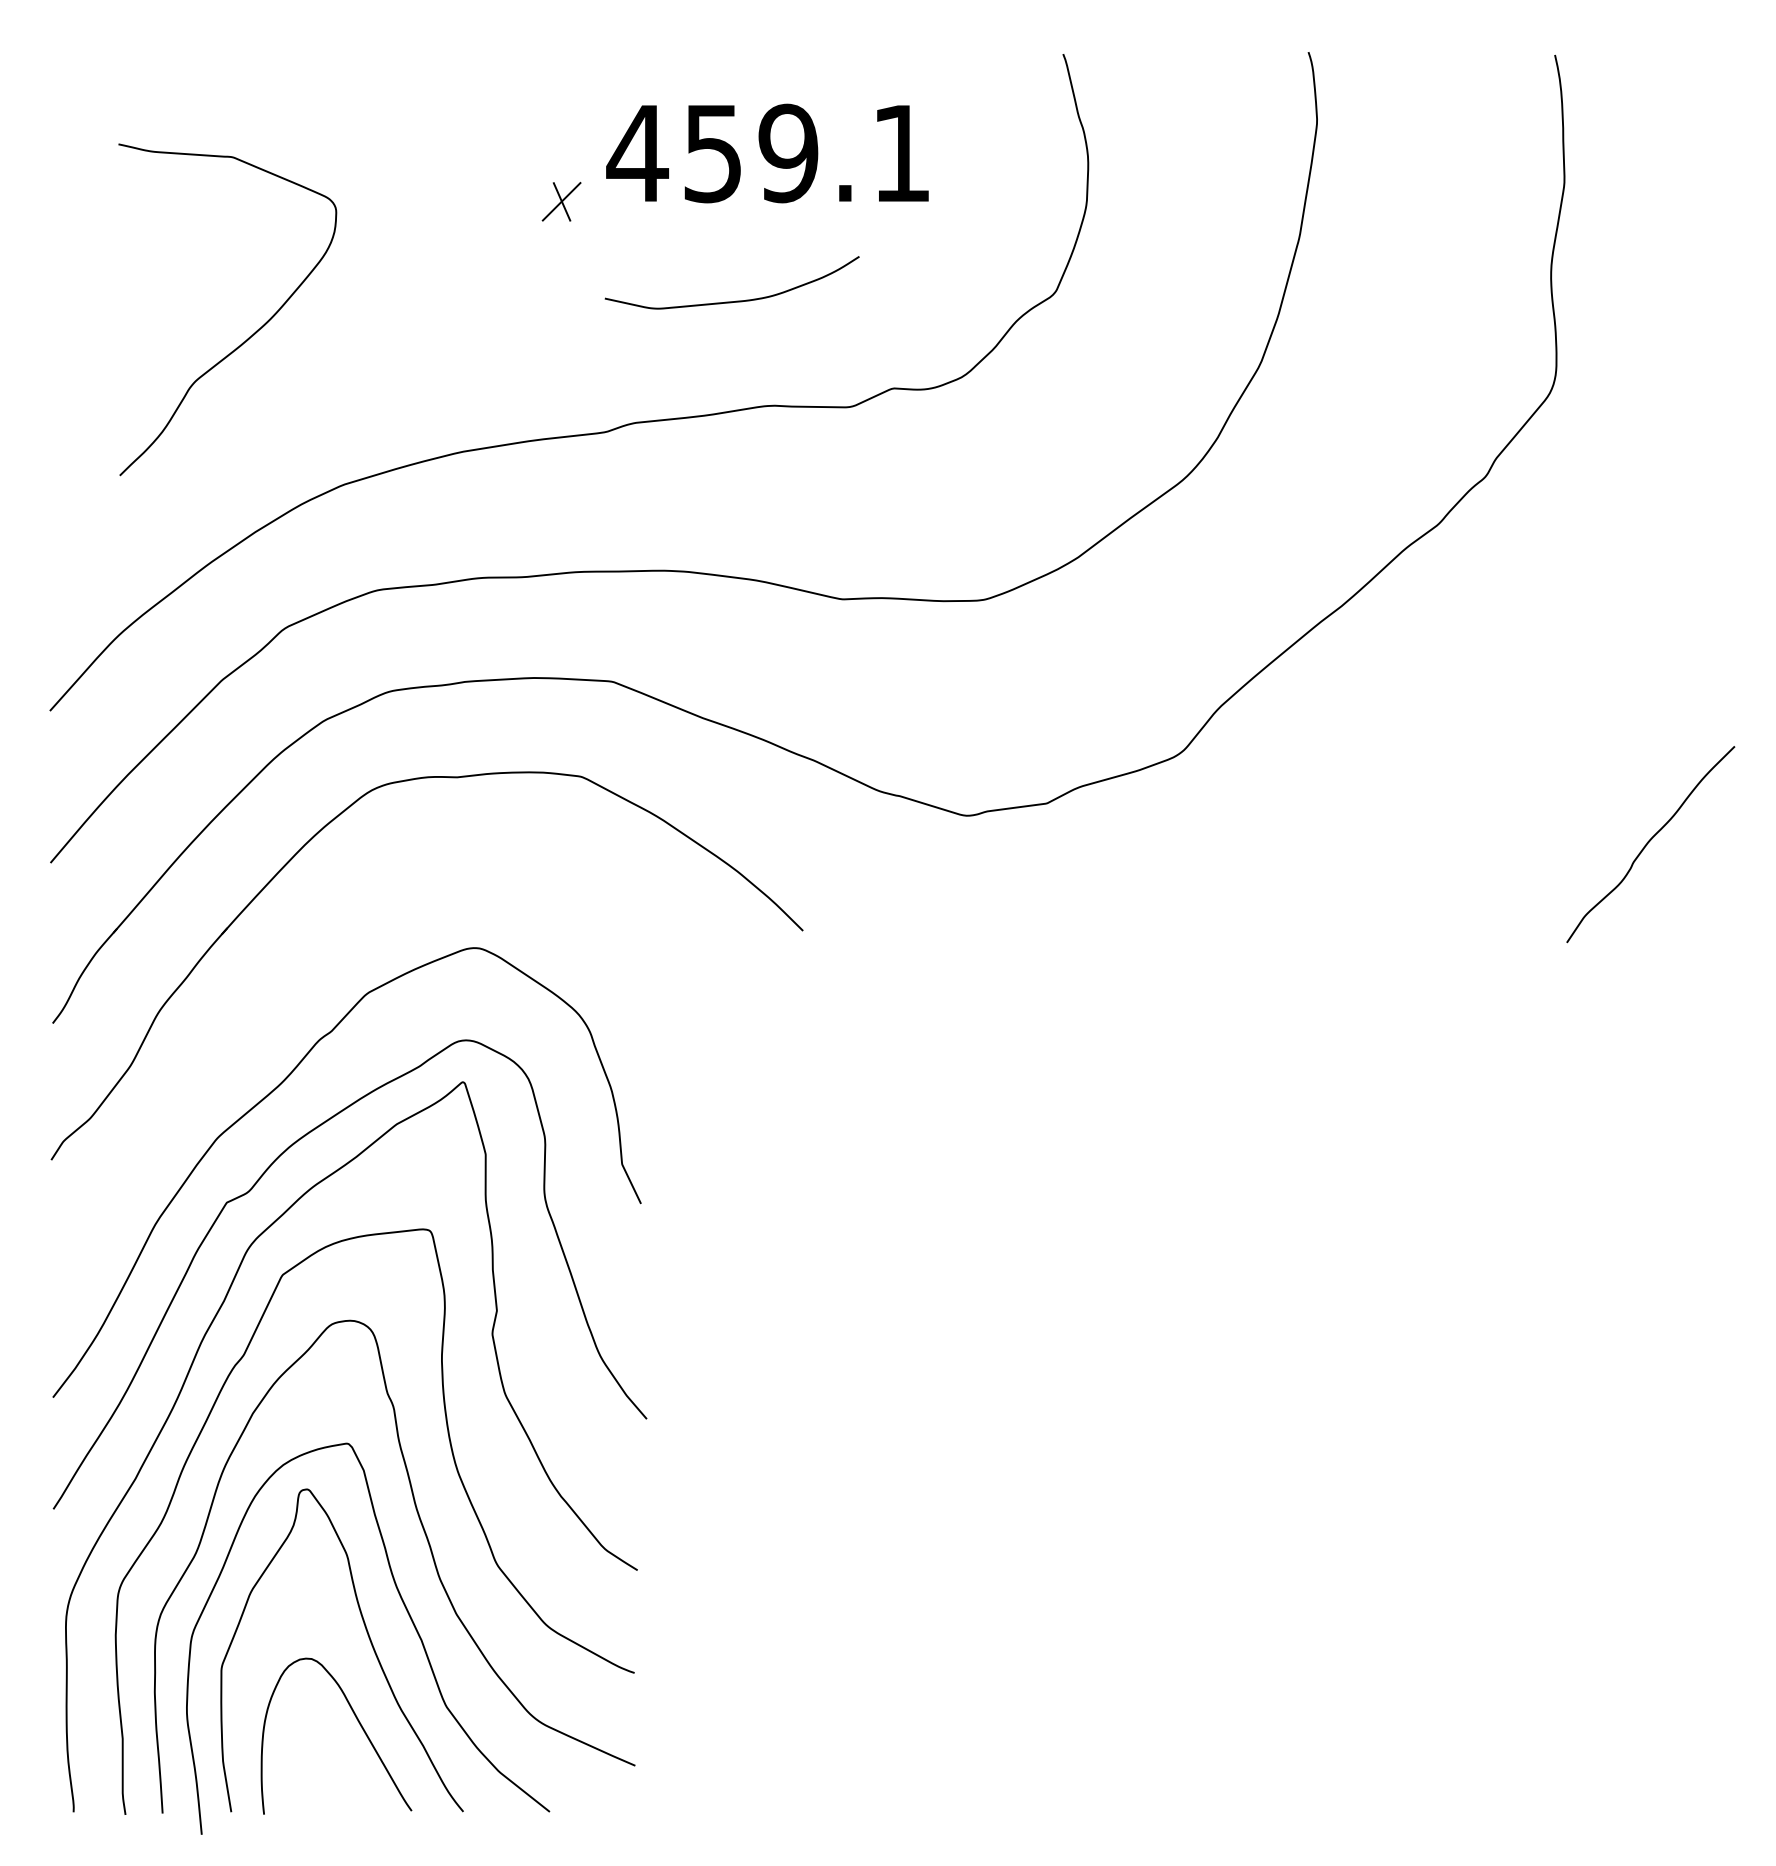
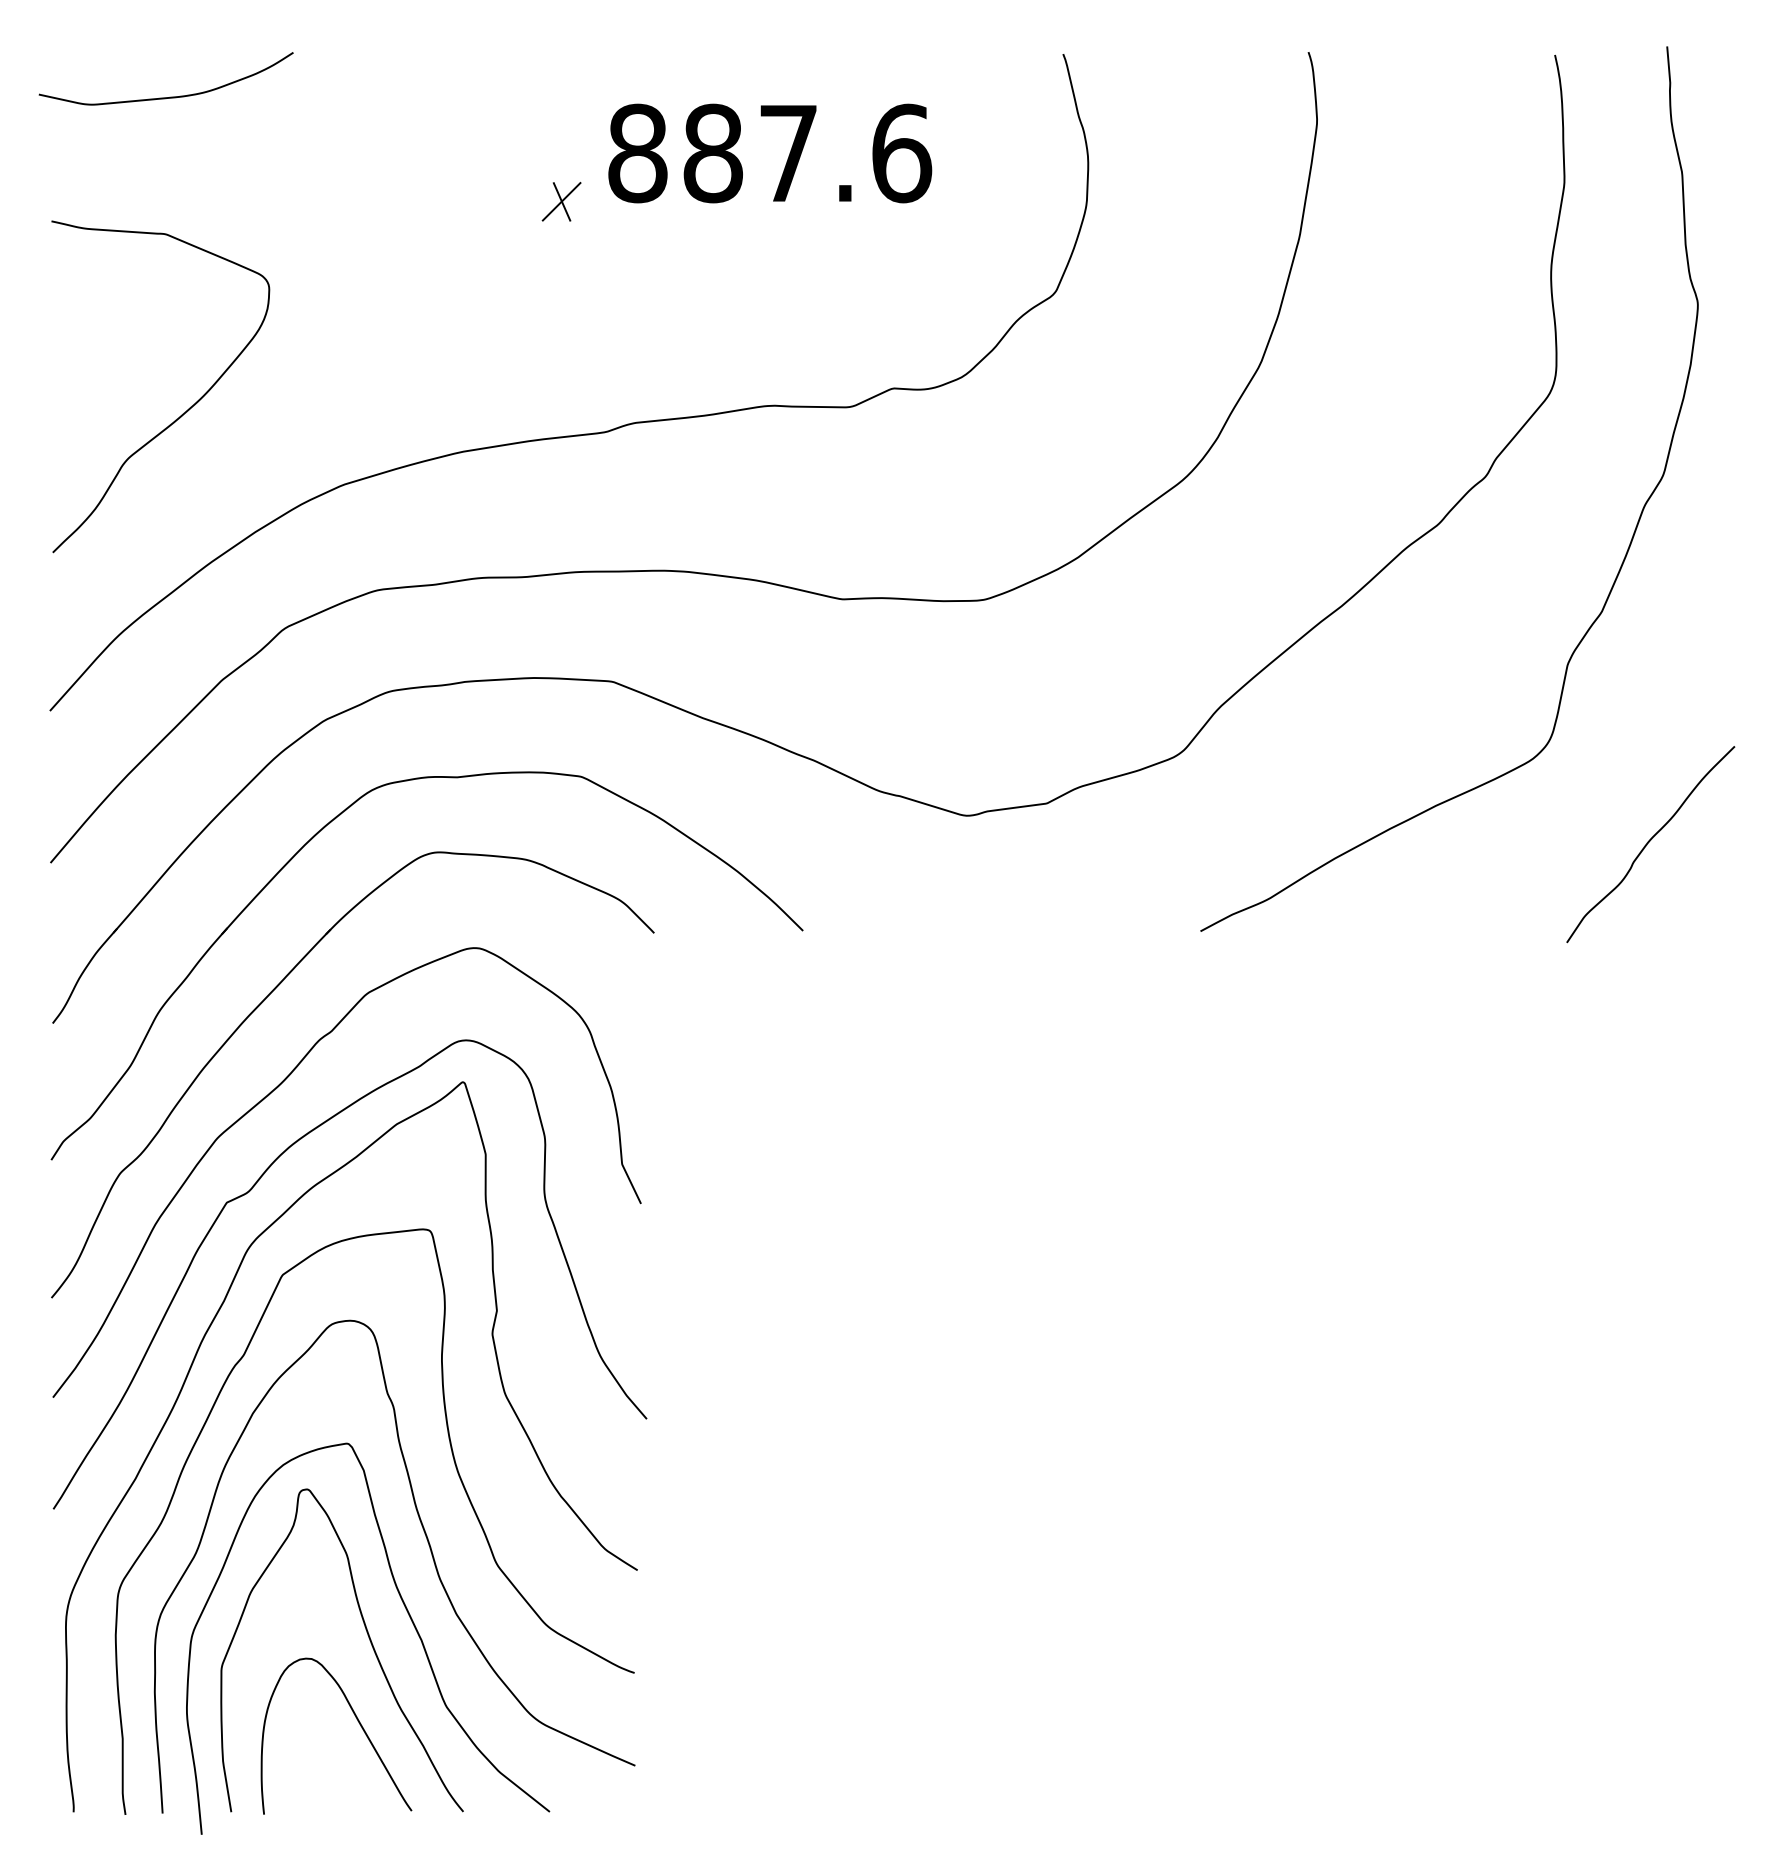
text at (769, 153): 459.1 -> 887.6
curve at (736, 300) position: (736, 300) -> (170, 96)
curve at (249, 336) position: (249, 336) -> (182, 413)
curve at (1623, 558): none -> present
part at (264, 1001): none -> present
